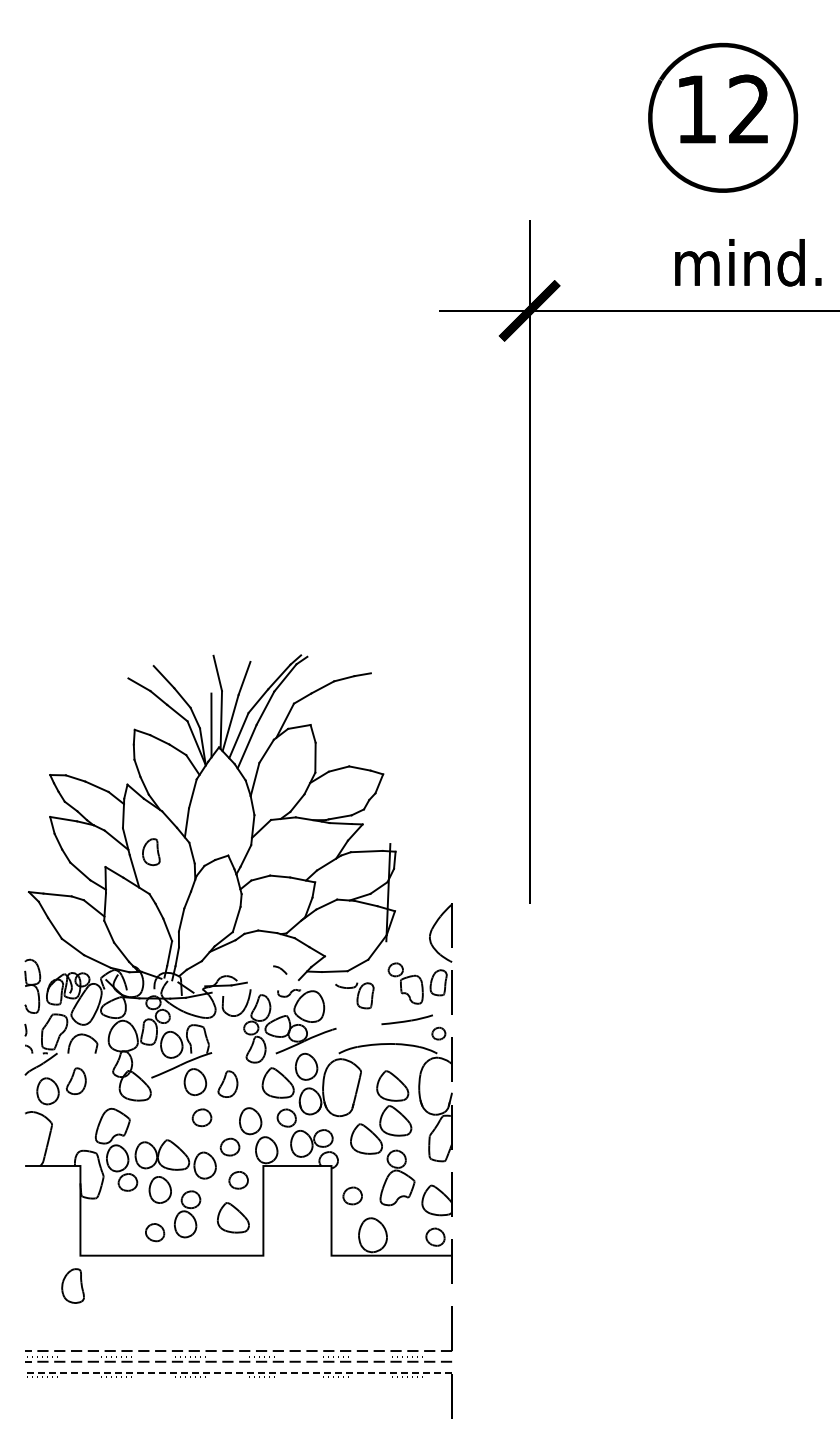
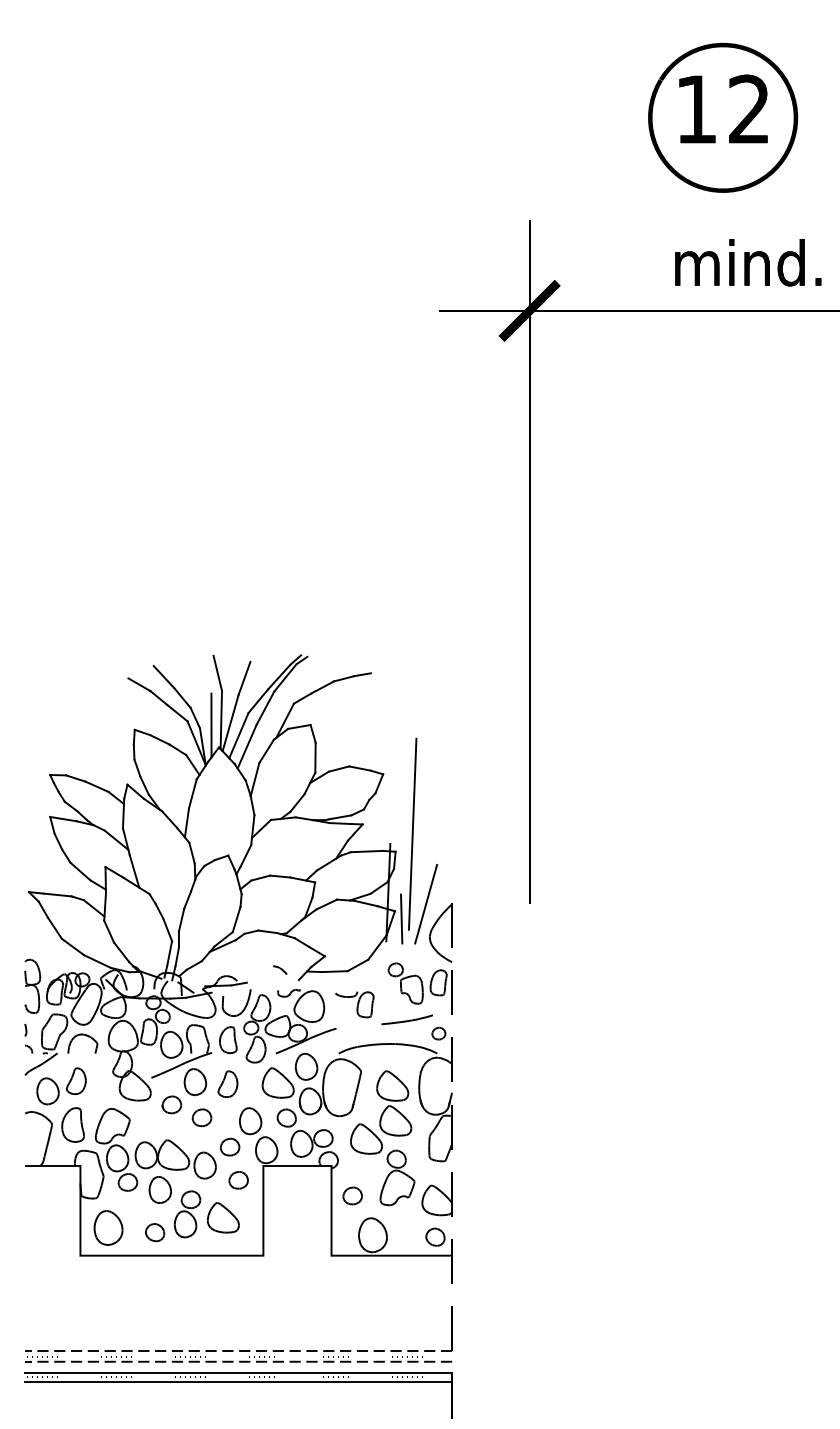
line at (412, 833): none -> present
part at (151, 852) position: (151, 852) -> (228, 1040)
line at (426, 903): none -> present
line at (401, 918): none -> present
part at (354, 995) position: (354, 995) -> (354, 1004)
part at (171, 1104): none -> present
part at (233, 1217) position: (233, 1217) -> (223, 1217)
part at (108, 1227): none -> present
part at (72, 1285) position: (72, 1285) -> (72, 1124)
line at (238, 1372): dashed -> solid
line at (238, 1381): none -> present
